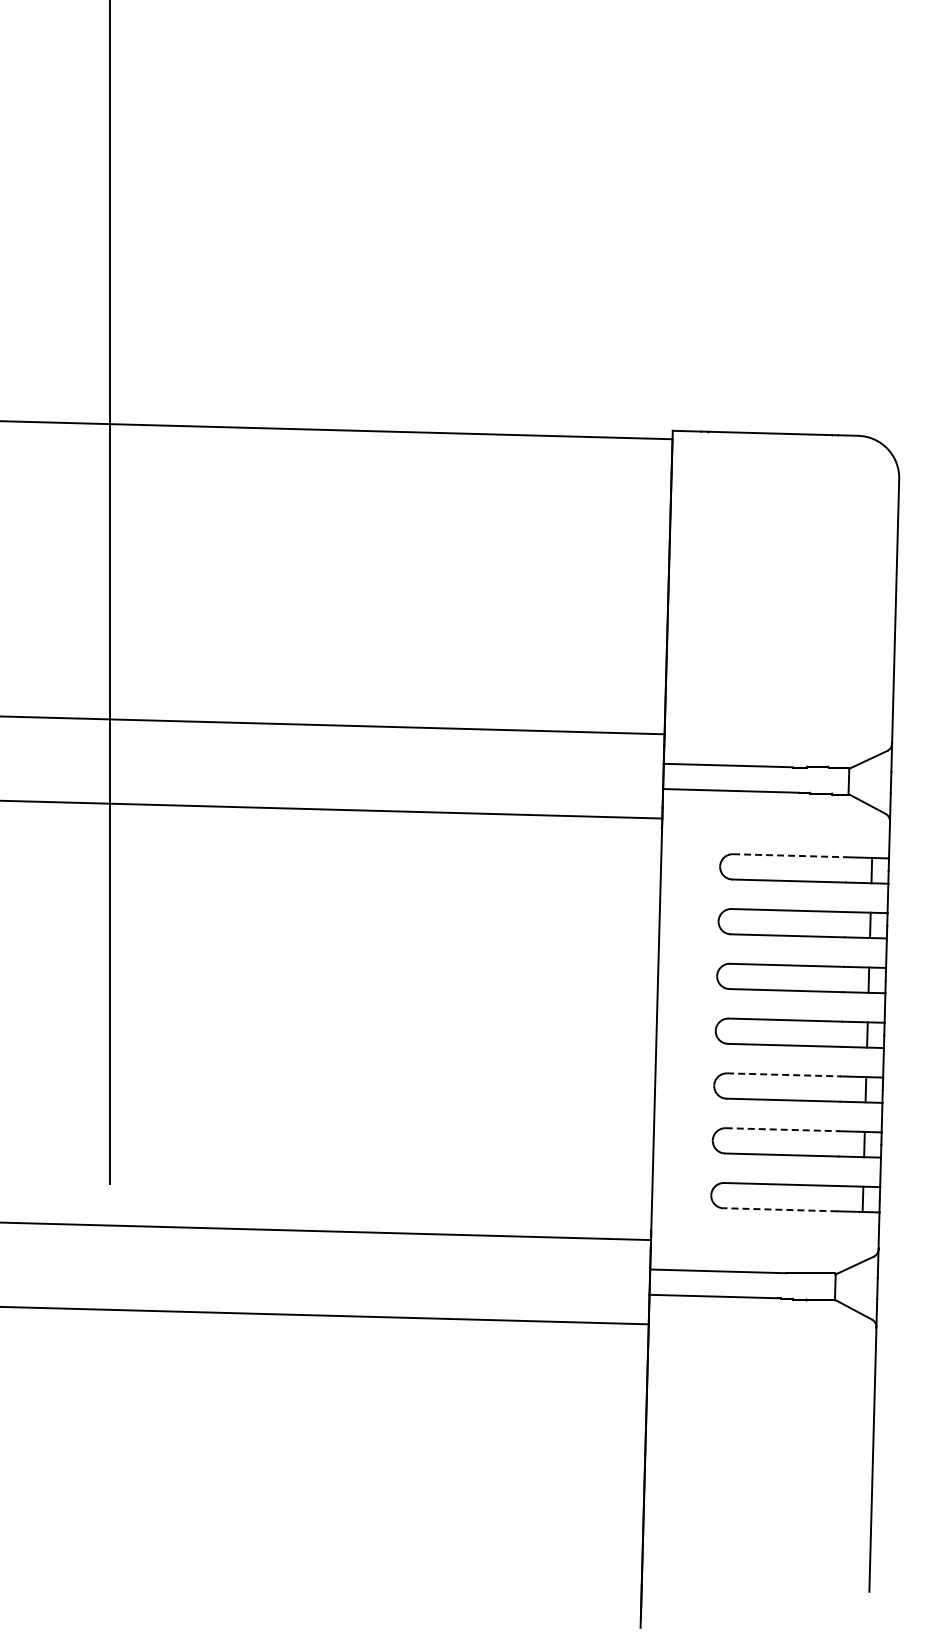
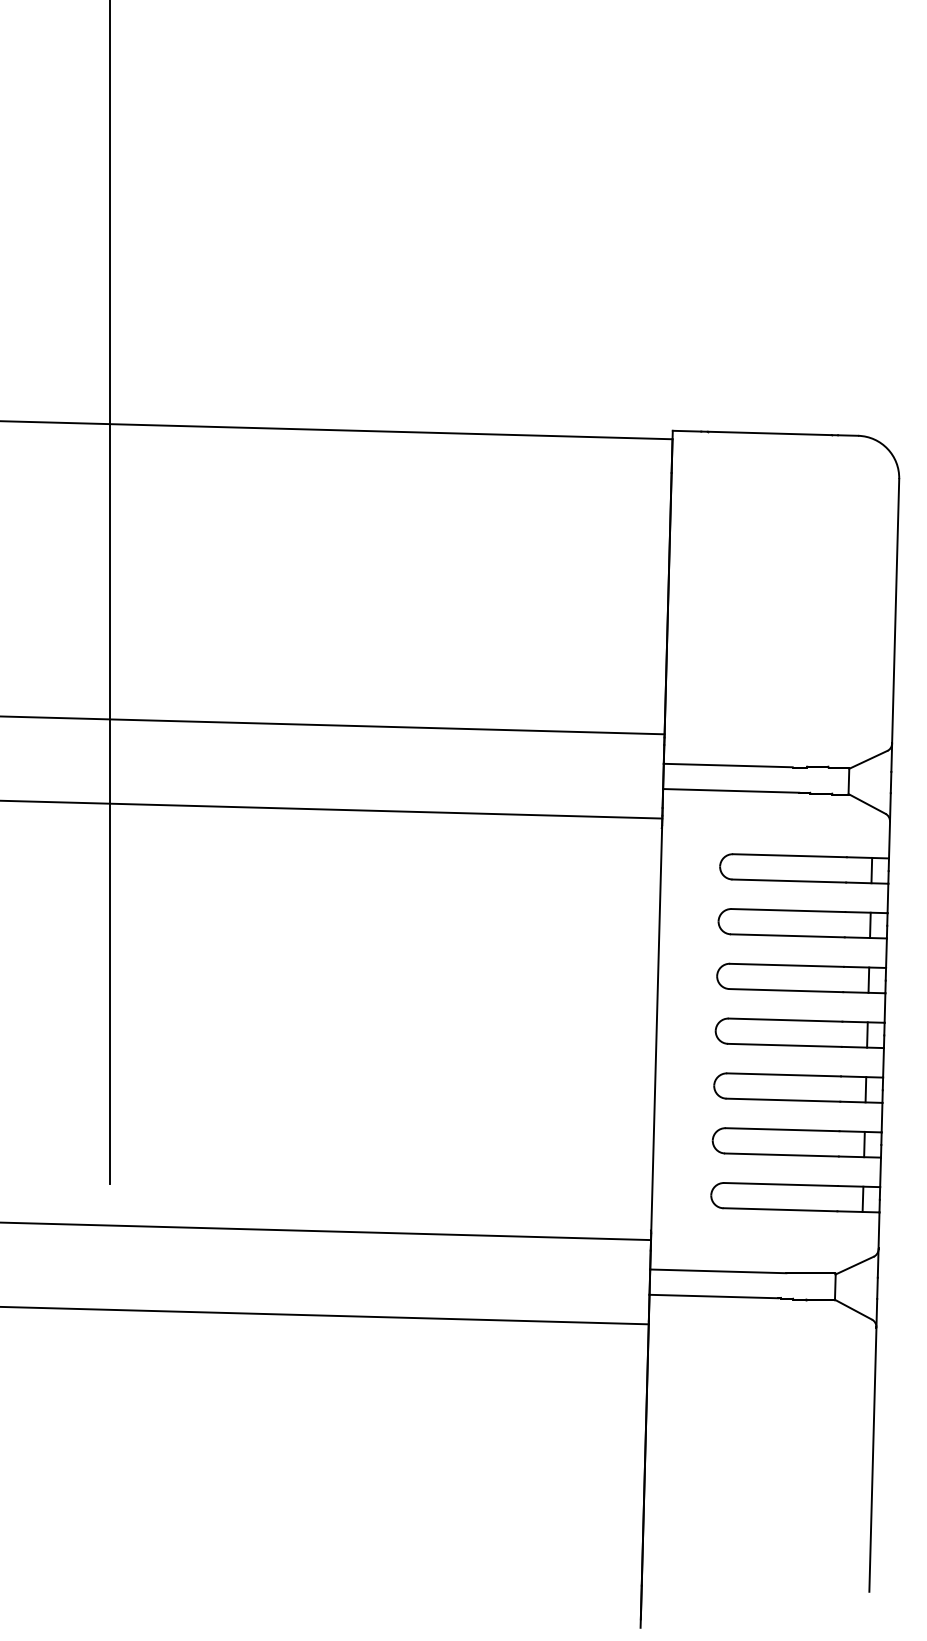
line at (789, 855): dashed -> solid
line at (784, 1074): dashed -> solid
line at (782, 1129): dashed -> solid
line at (780, 1209): dashed -> solid
